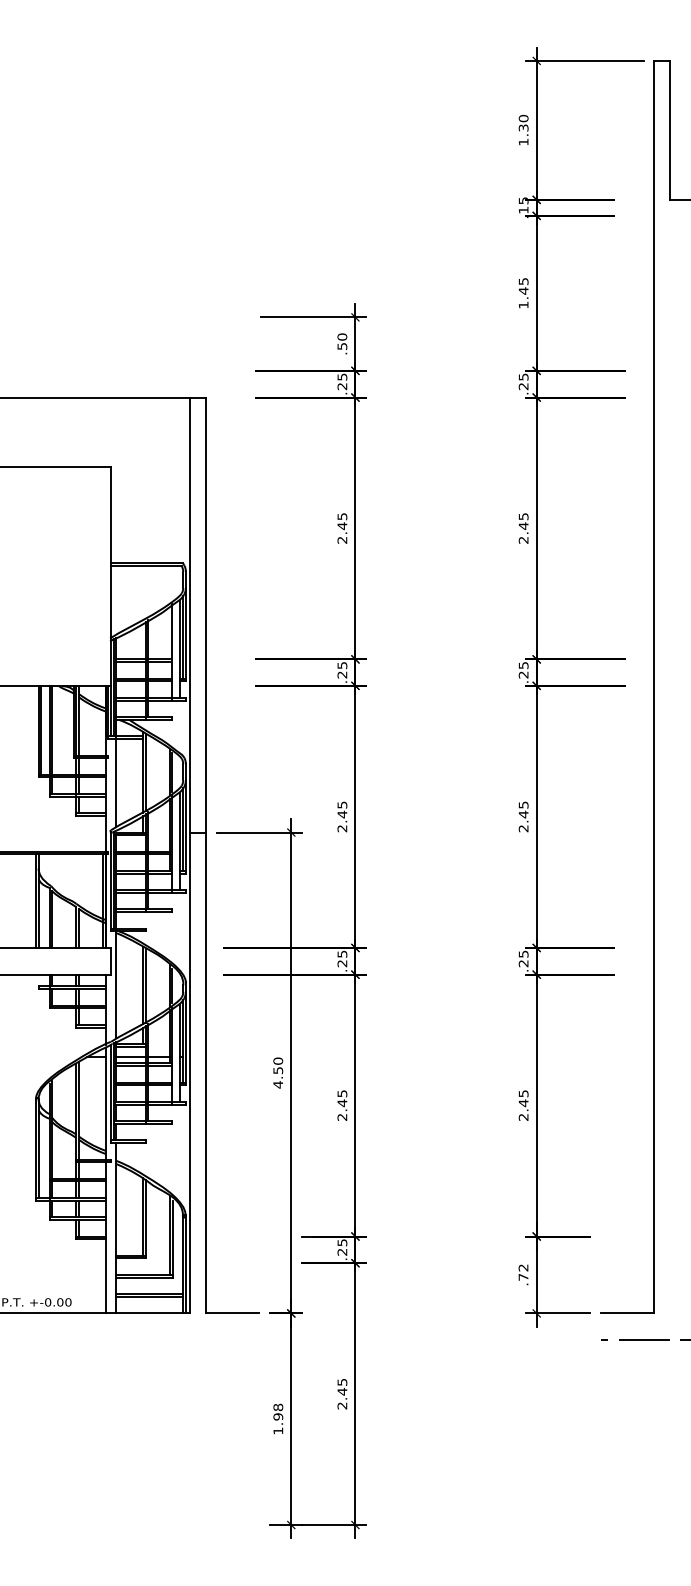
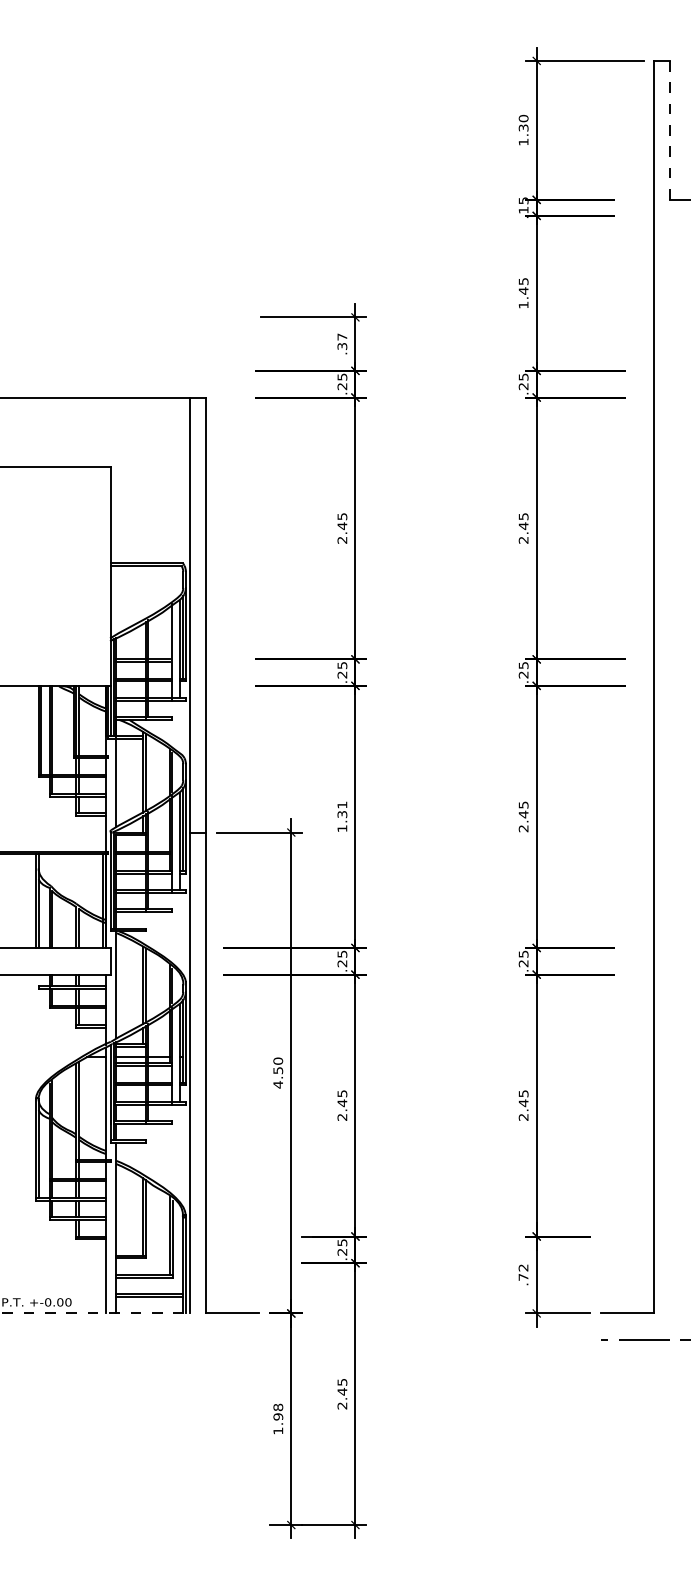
line at (670, 129): solid -> dashed
text at (342, 341): .50 -> .37
text at (342, 816): 2.45 -> 1.31
line at (95, 1313): solid -> dashed
